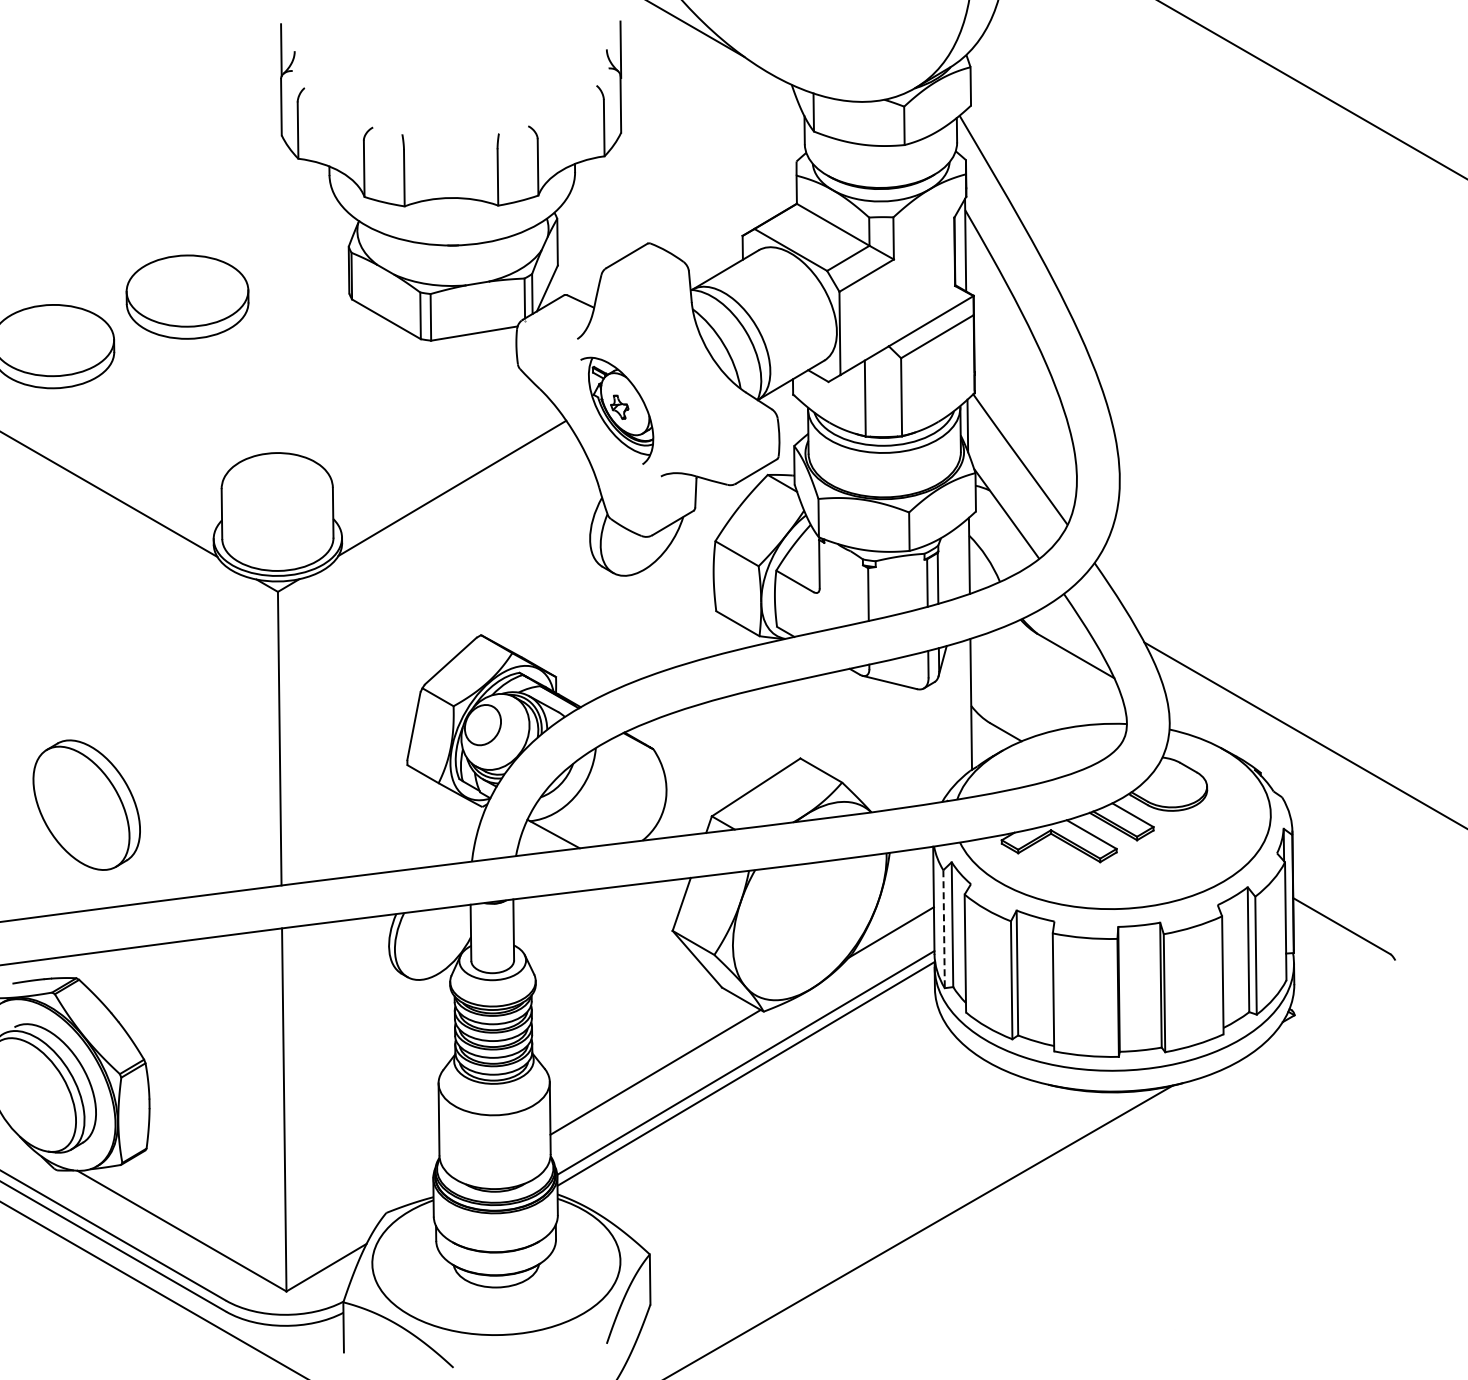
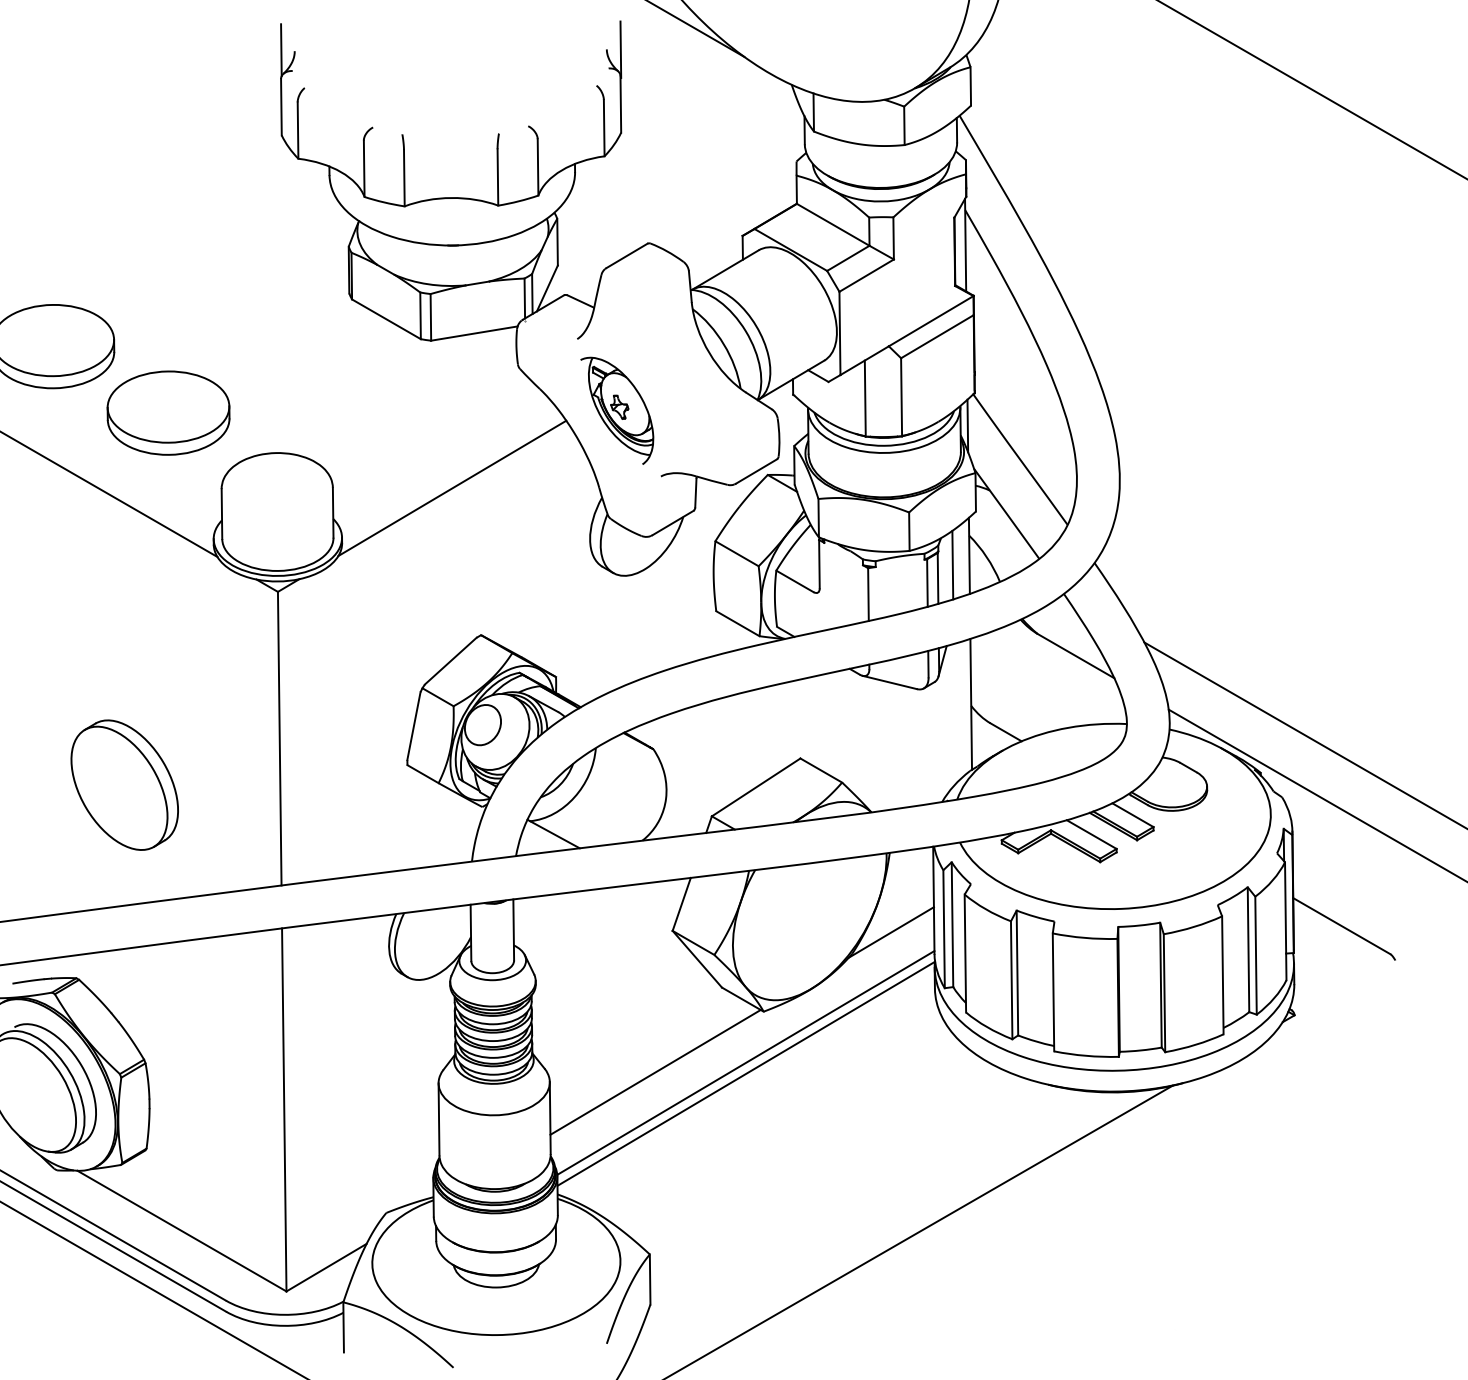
part at (187, 296) position: (187, 296) -> (168, 412)
line at (952, 564): none -> present
line at (1316, 794): none -> present
part at (86, 804) position: (86, 804) -> (124, 784)
line at (944, 929): dashed -> solid
